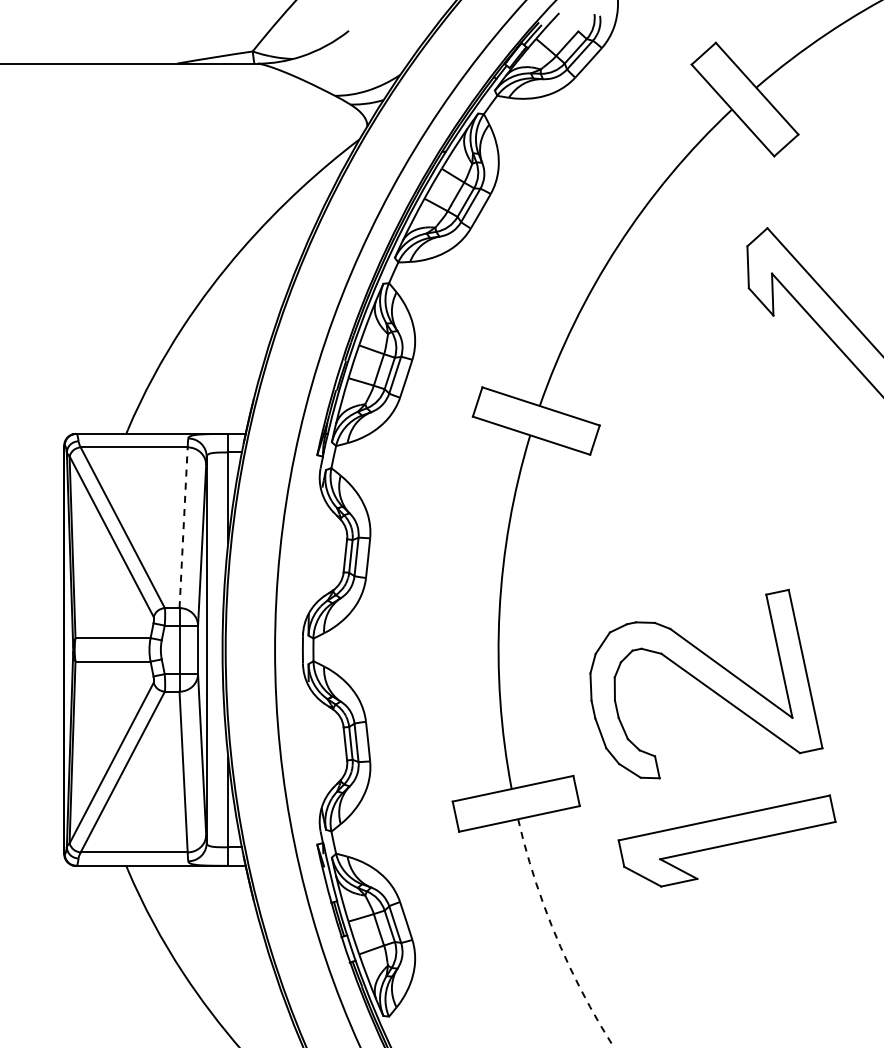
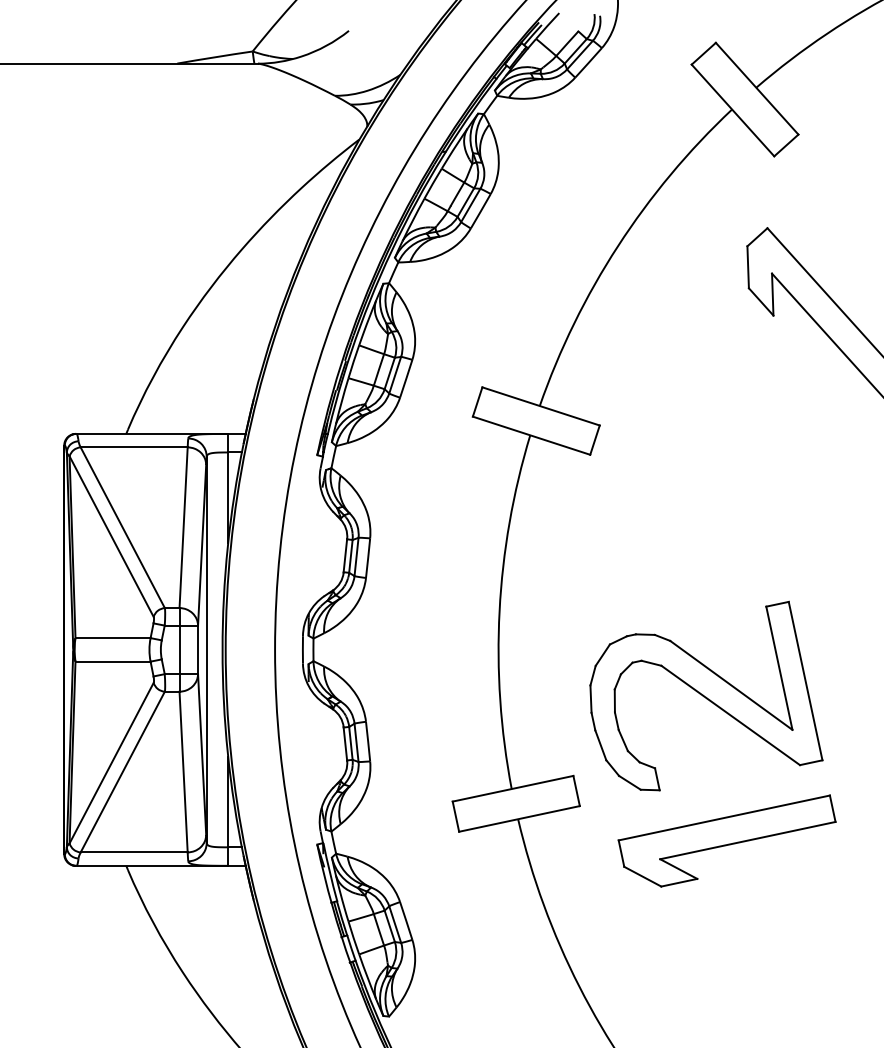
line at (183, 527): dashed -> solid
part at (706, 683) position: (706, 683) -> (706, 695)
arc at (557, 938): dashed -> solid
